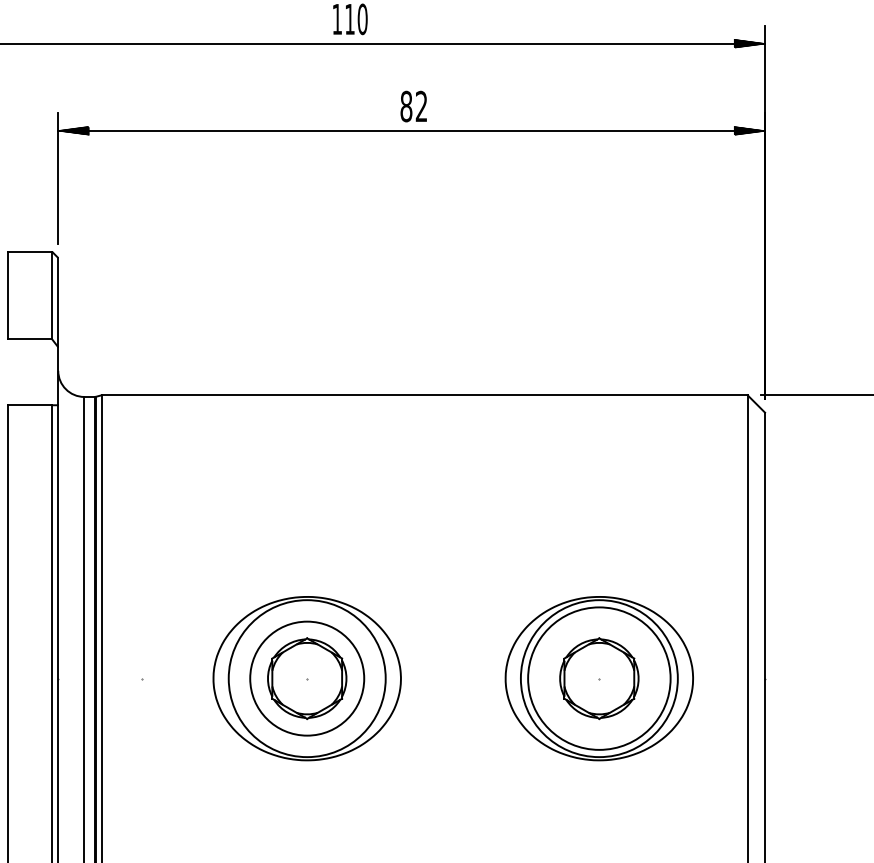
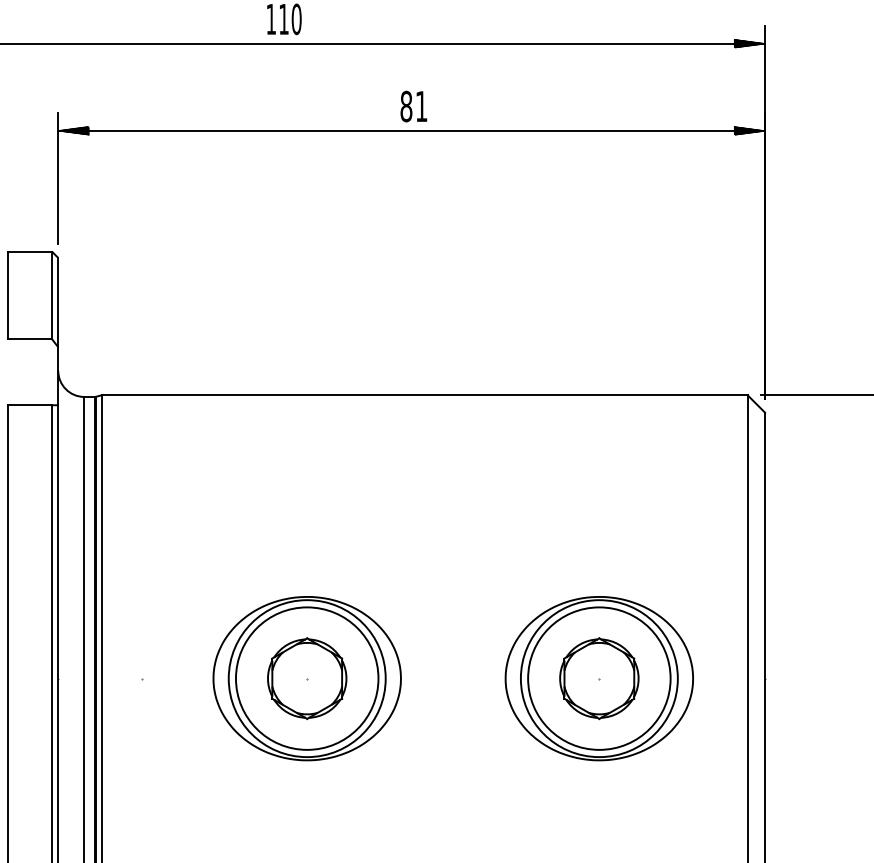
text at (350, 19) position: (350, 19) -> (284, 19)
text at (421, 105): 82 -> 81
circle at (307, 678) diameter: 114 px -> 142 px
